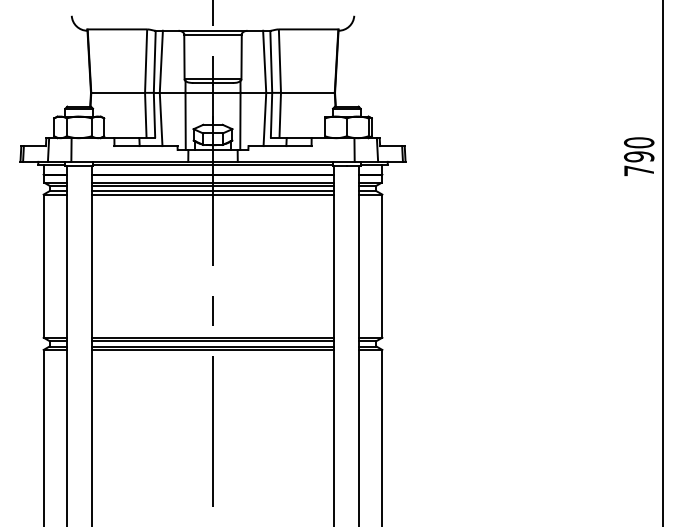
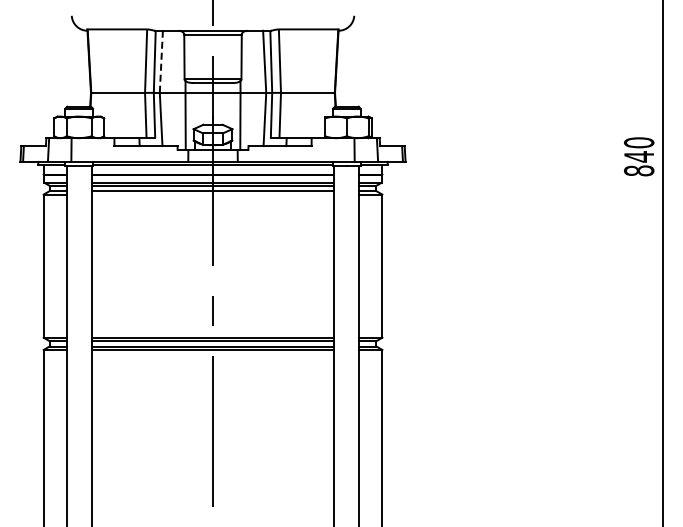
line at (161, 62): solid -> dashed
text at (639, 163): 790 -> 840
line at (212, 194): present -> none
